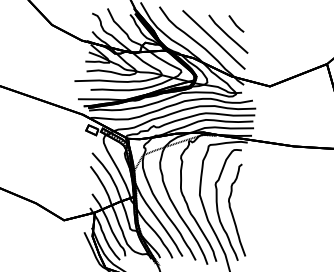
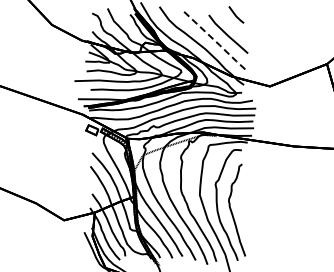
line at (236, 23) position: (236, 23) -> (236, 14)
line at (214, 40): solid -> dashed
